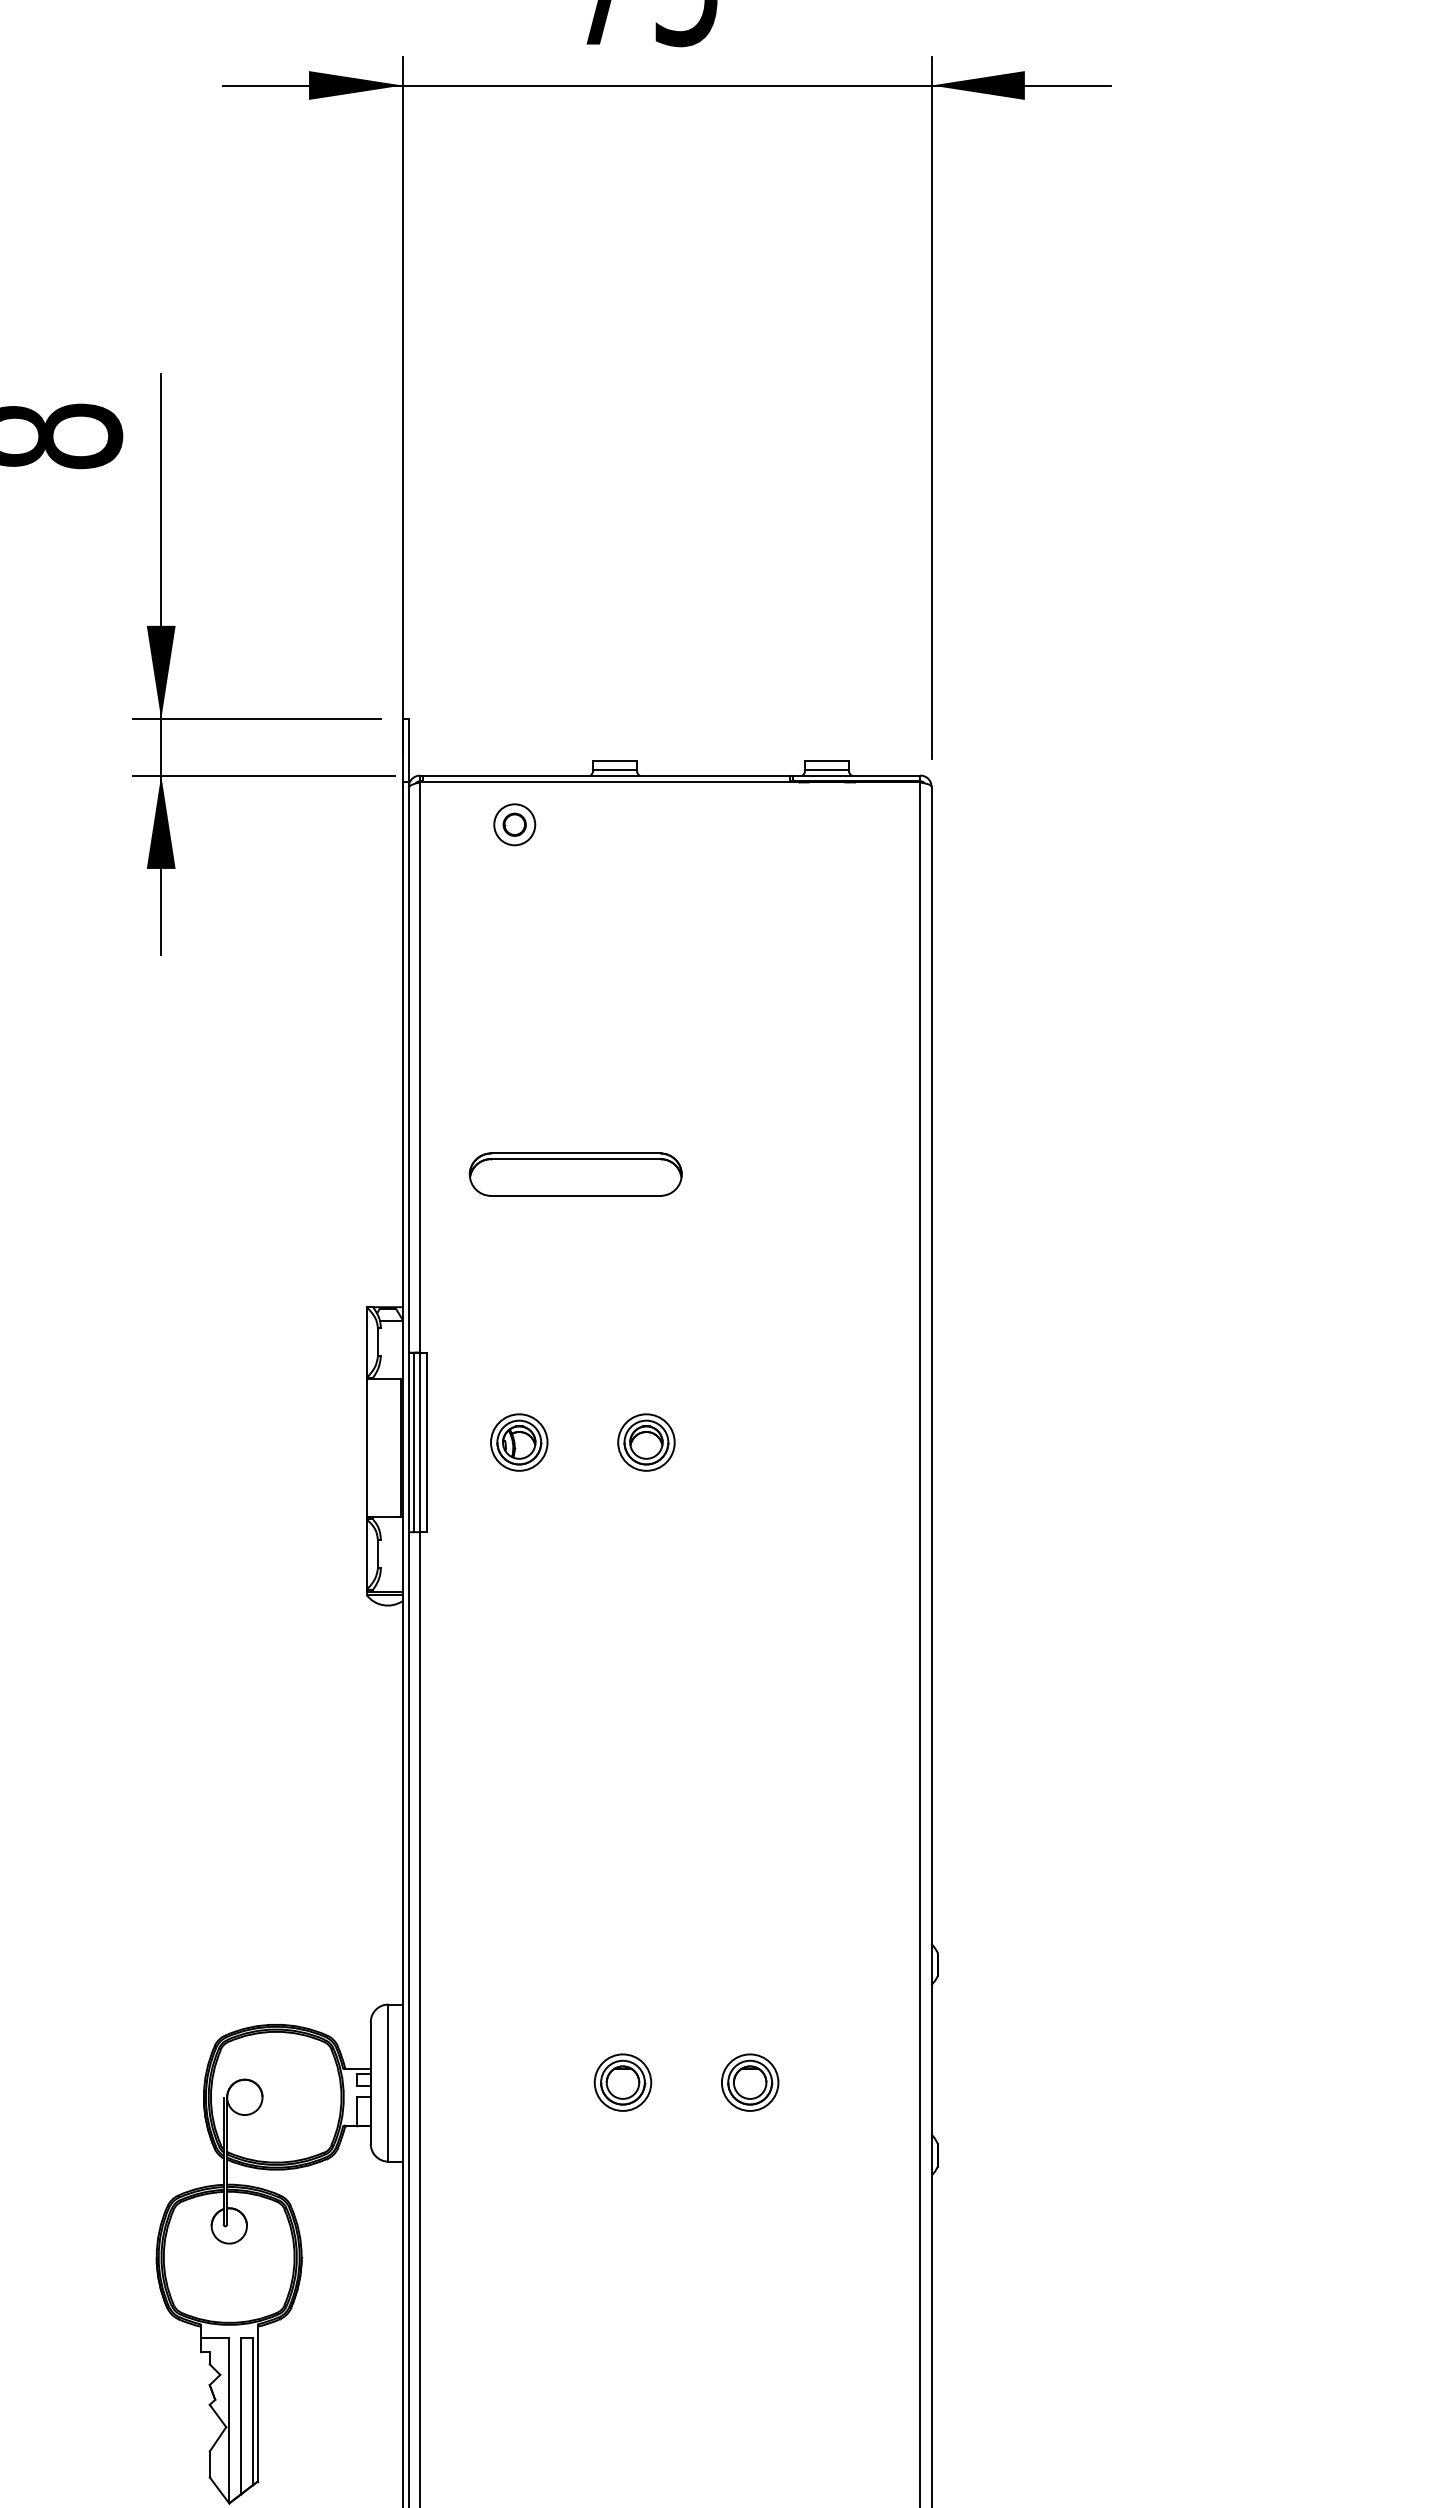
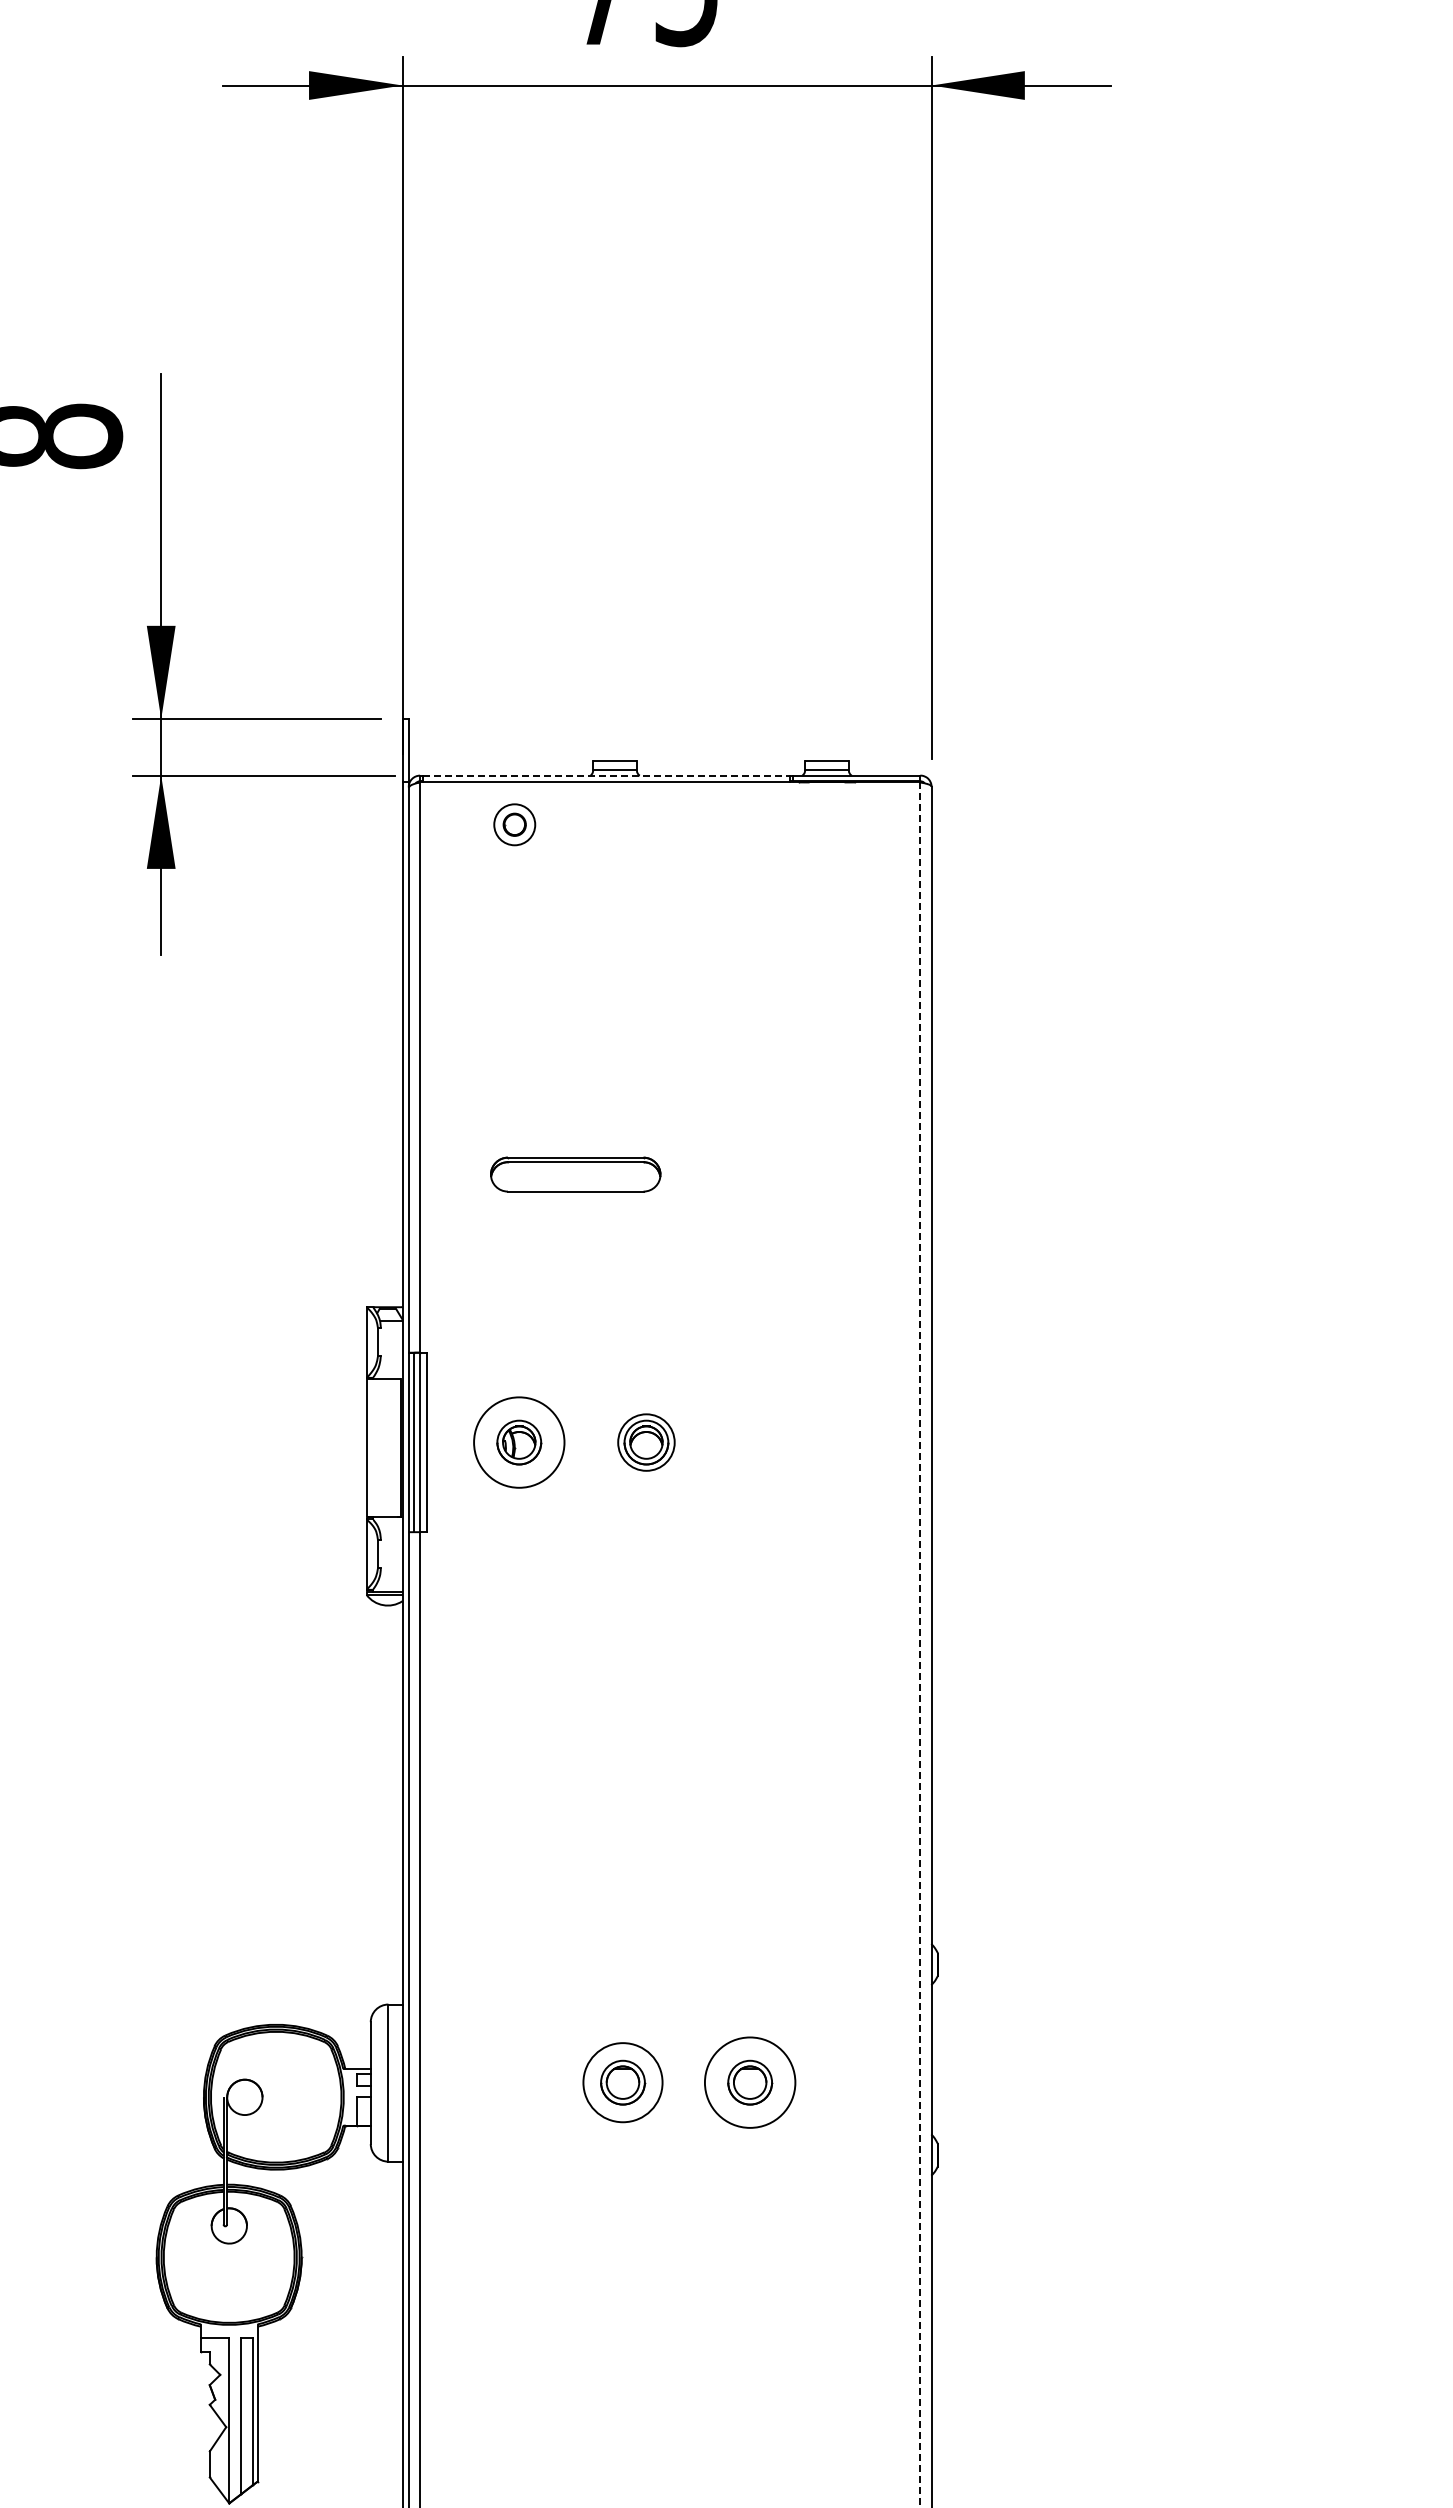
line at (606, 775): solid -> dashed
part at (575, 1174) size: 215x45 px -> 172x37 px
circle at (519, 1442) diameter: 57 px -> 90 px
line at (920, 1645): solid -> dashed
circle at (622, 2082) diameter: 57 px -> 79 px
circle at (749, 2082) diameter: 57 px -> 90 px
